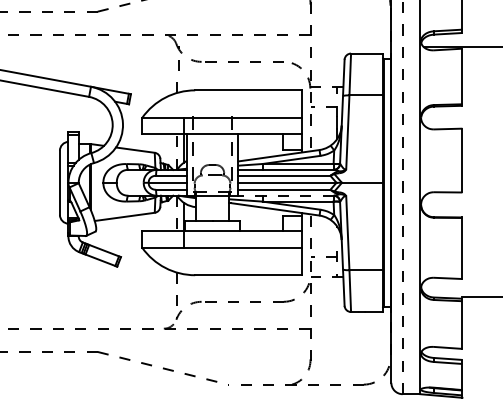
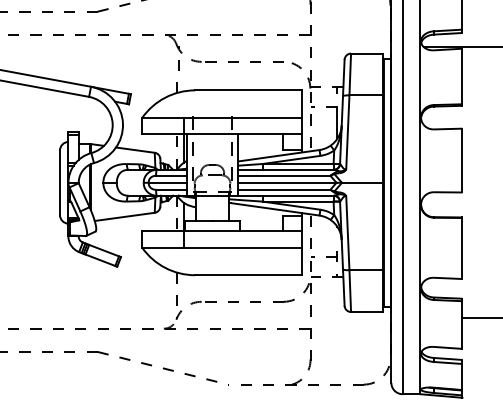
line at (286, 195): dashed -> solid
line at (402, 197): dashed -> solid
line at (480, 297) position: (480, 297) -> (480, 318)
